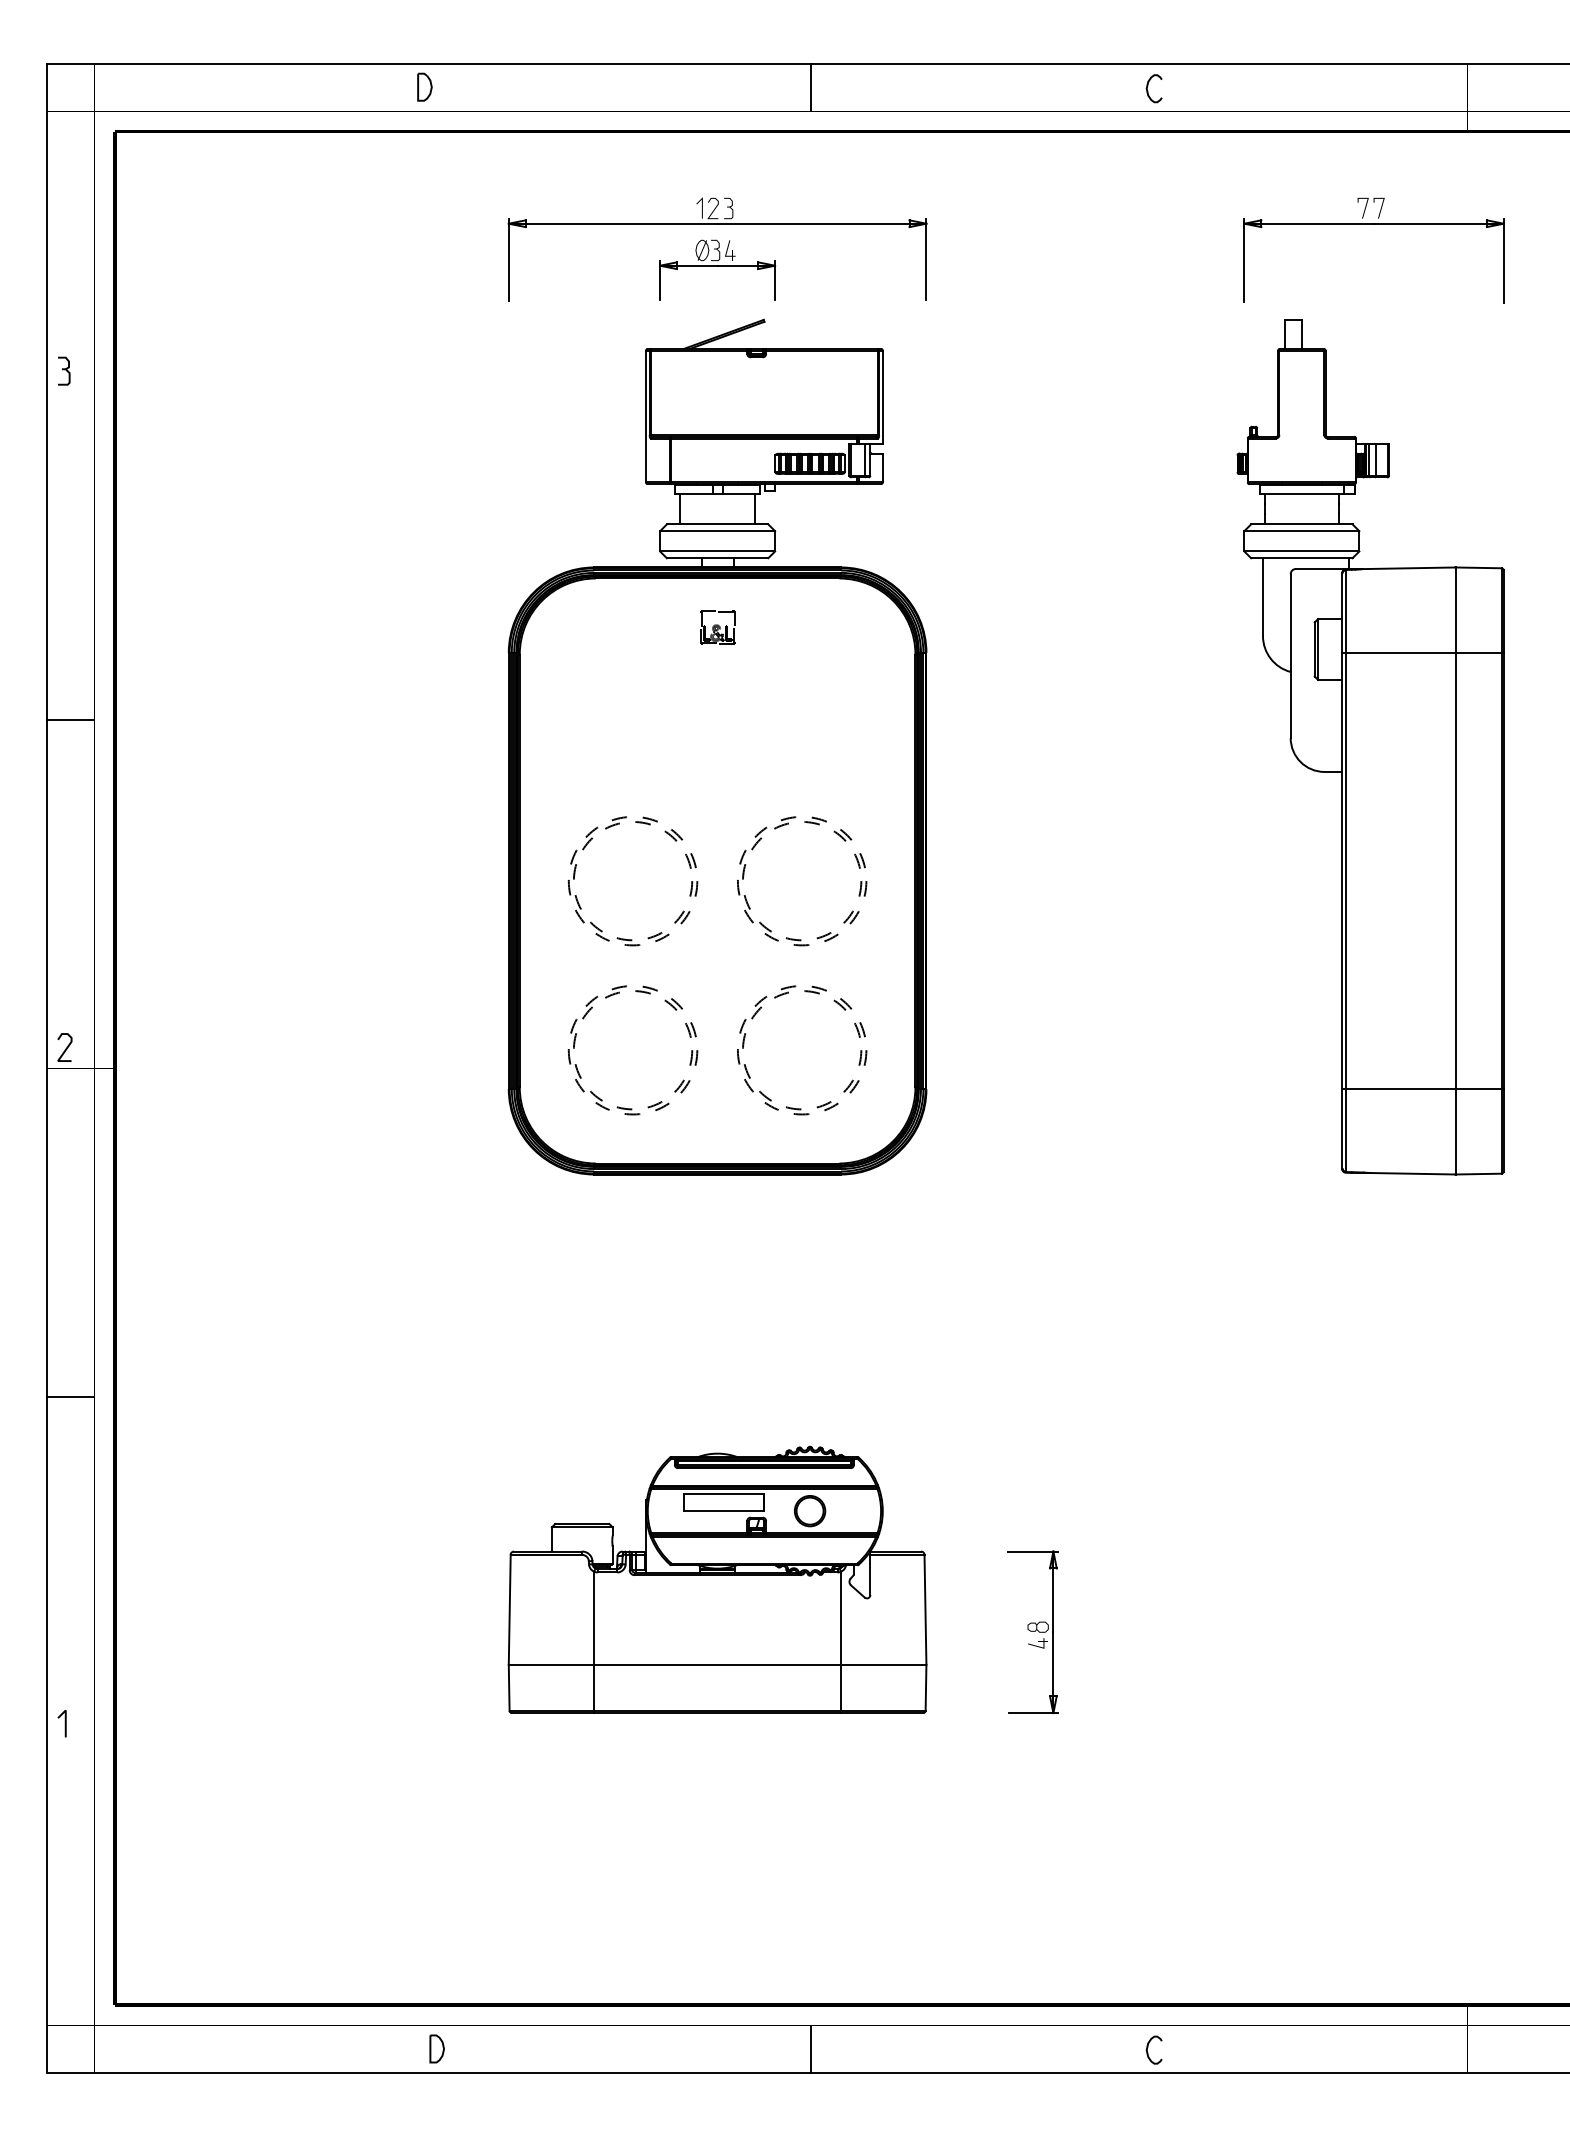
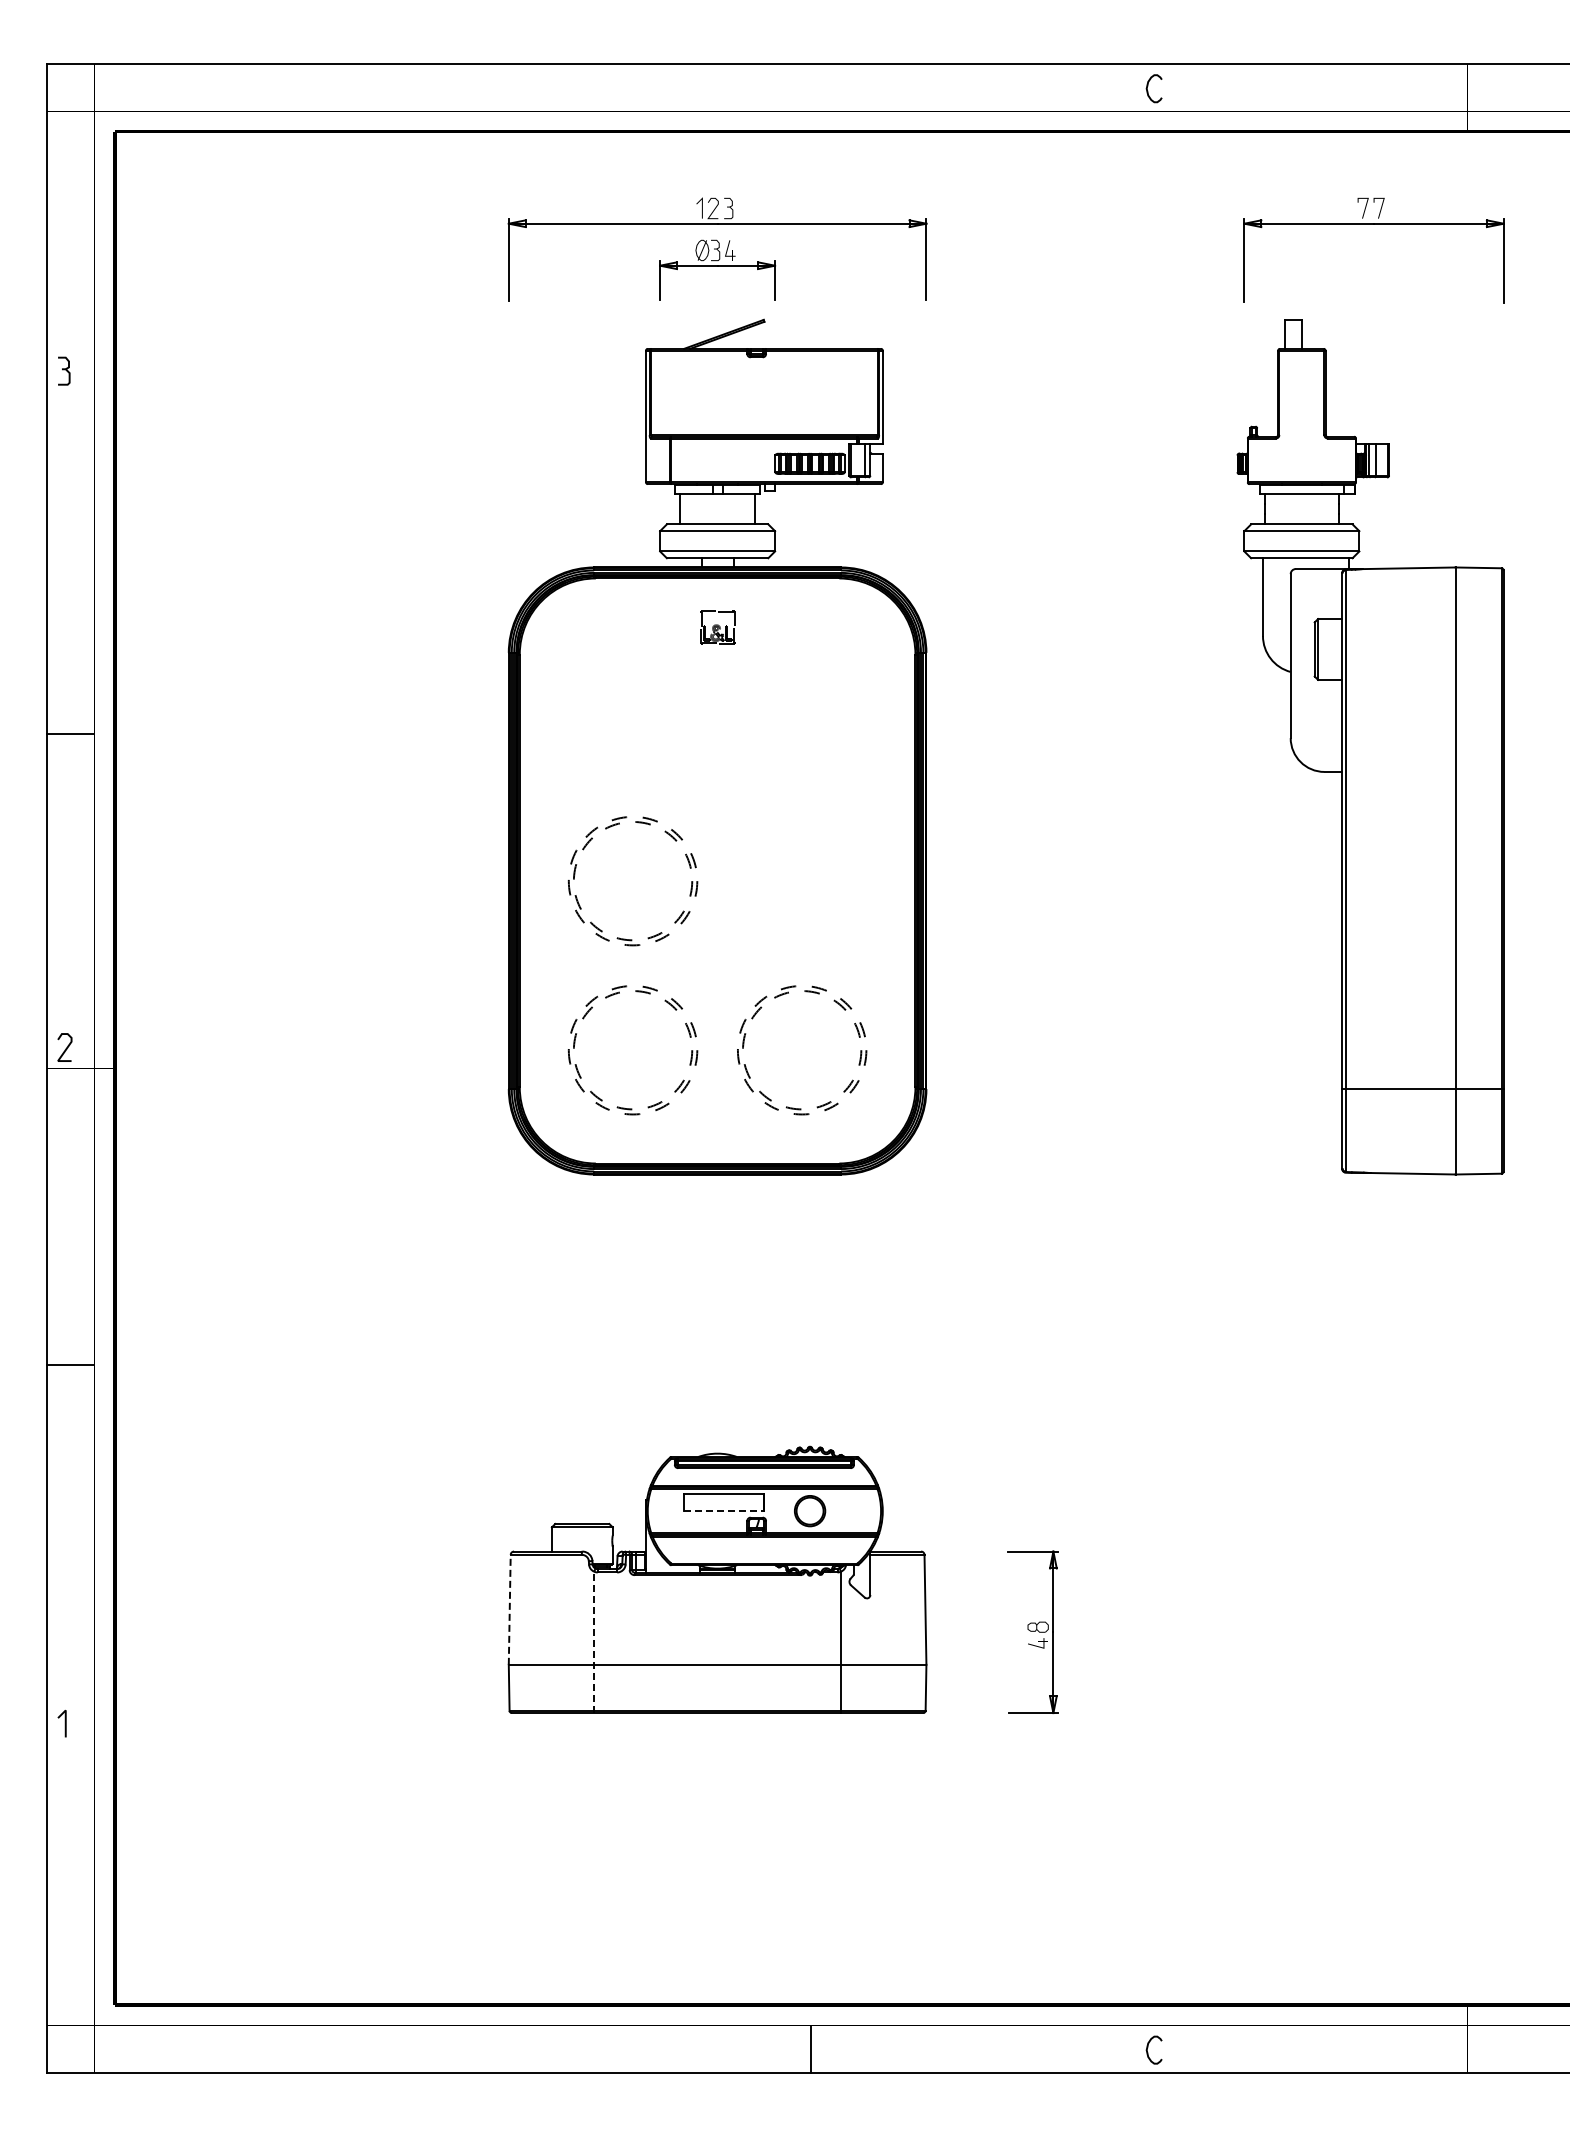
part at (424, 86): present -> none
line at (811, 87): present -> none
line at (1422, 652): present -> none
line at (70, 720) position: (70, 720) -> (70, 734)
part at (845, 919): present -> none
line at (70, 1396) position: (70, 1396) -> (70, 1364)
line at (724, 1511): solid -> dashed
line at (509, 1609): solid -> dashed
line at (594, 1642): solid -> dashed
part at (436, 2048): present -> none
